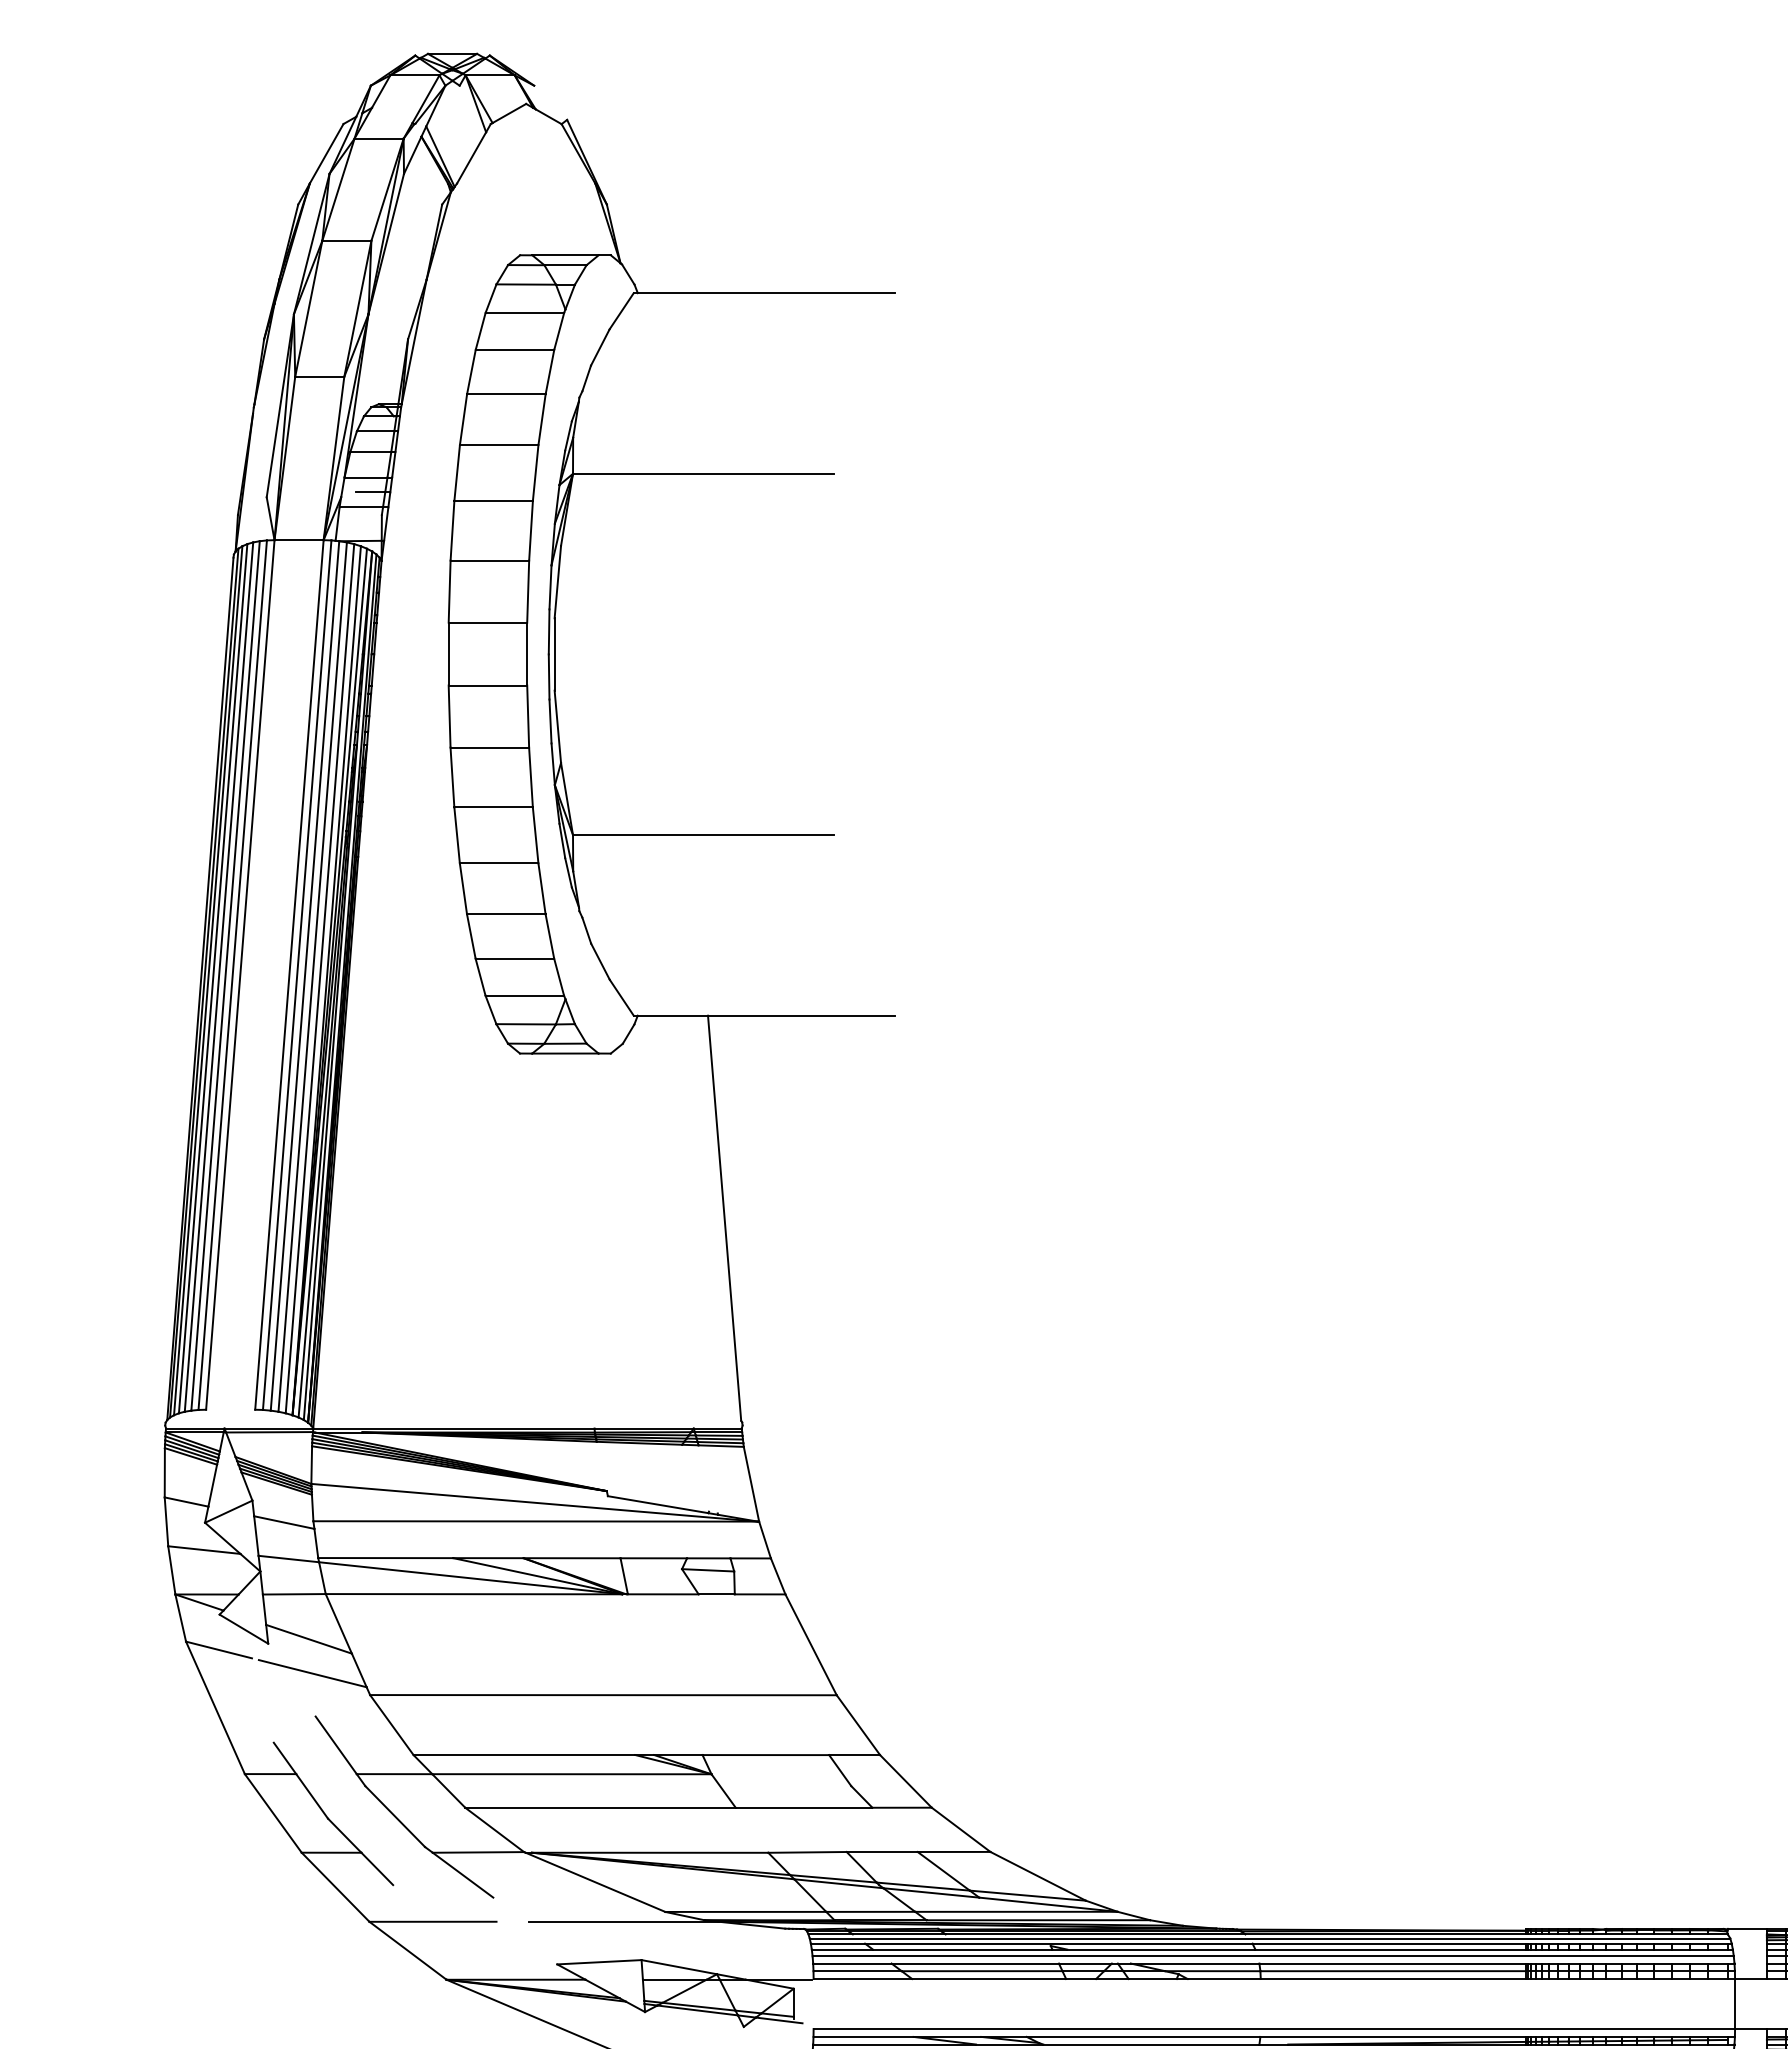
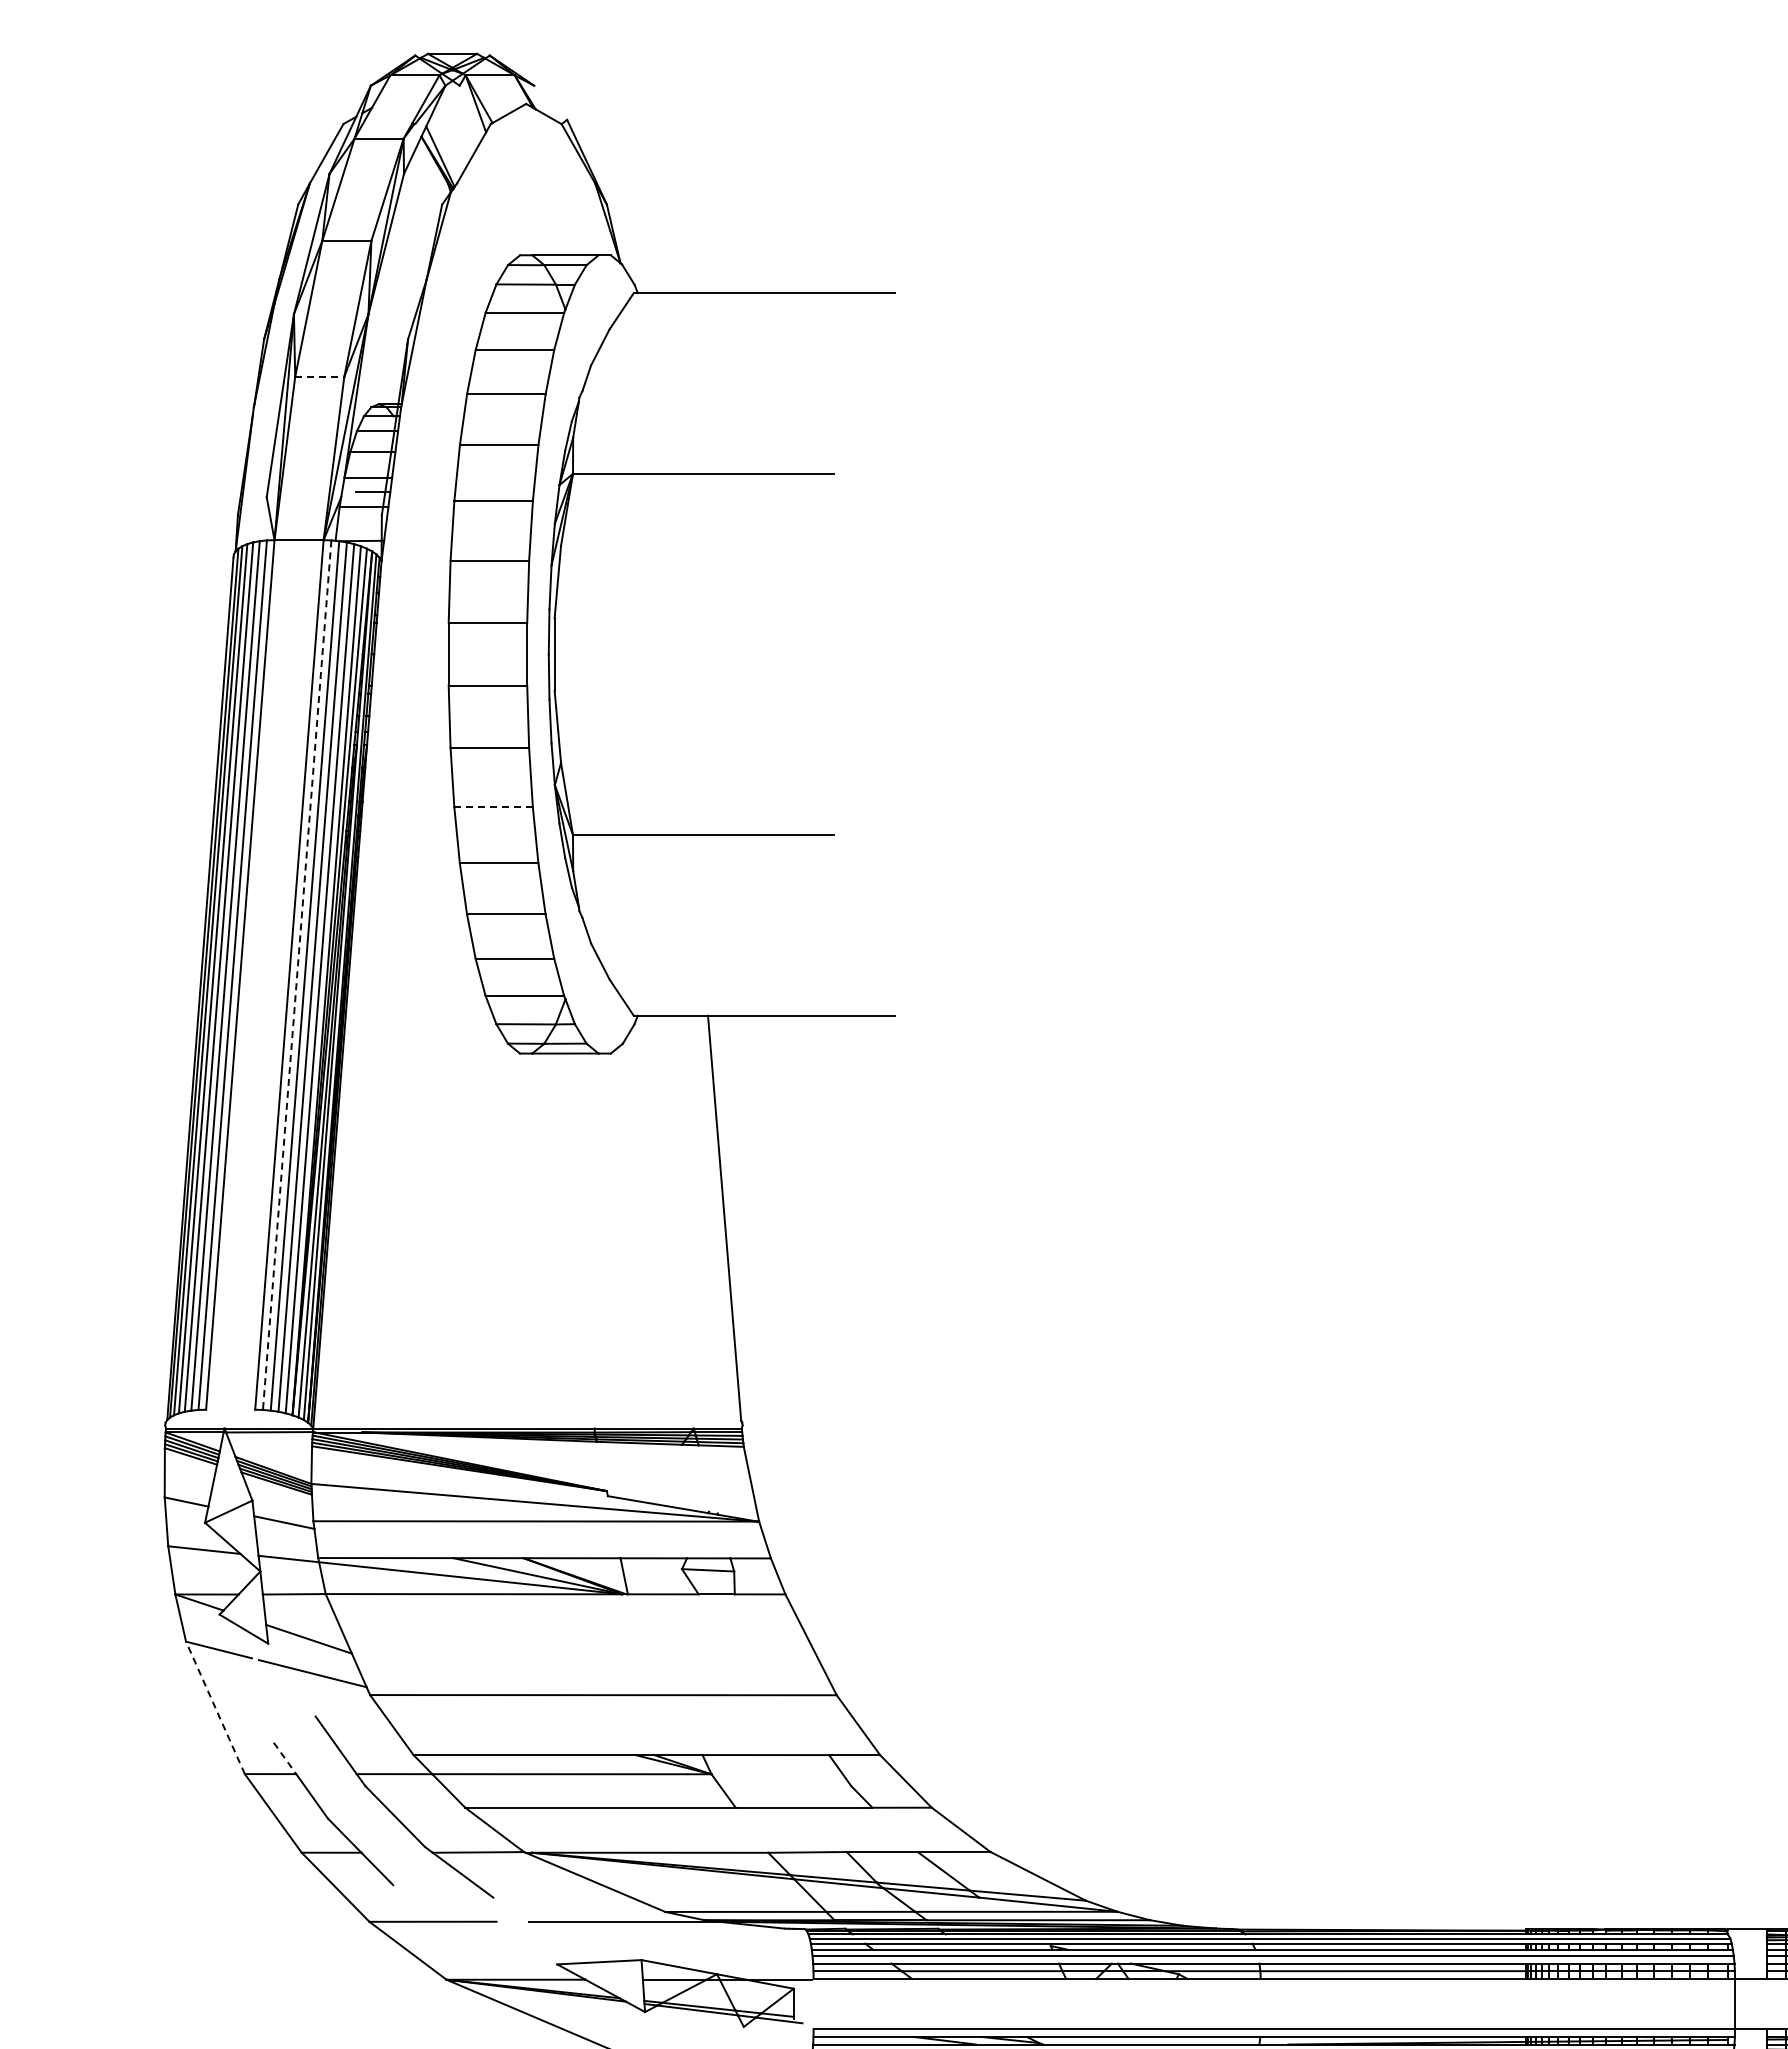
line at (319, 376): solid -> dashed
line at (493, 807): solid -> dashed
line at (297, 975): solid -> dashed
line at (215, 1707): solid -> dashed
line at (285, 1758): solid -> dashed
